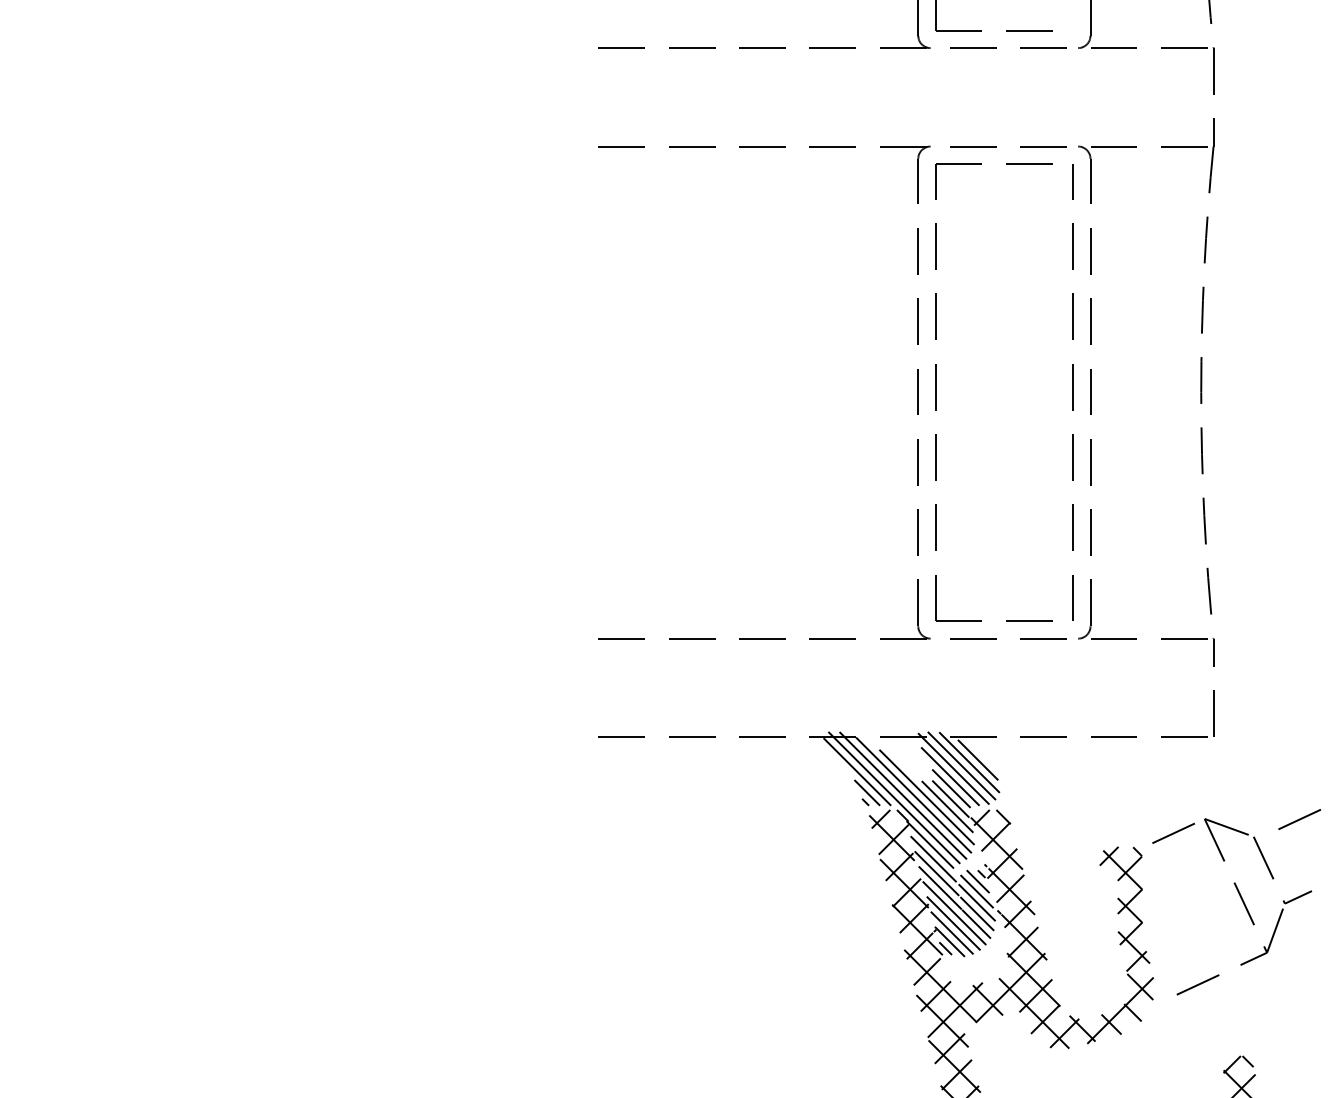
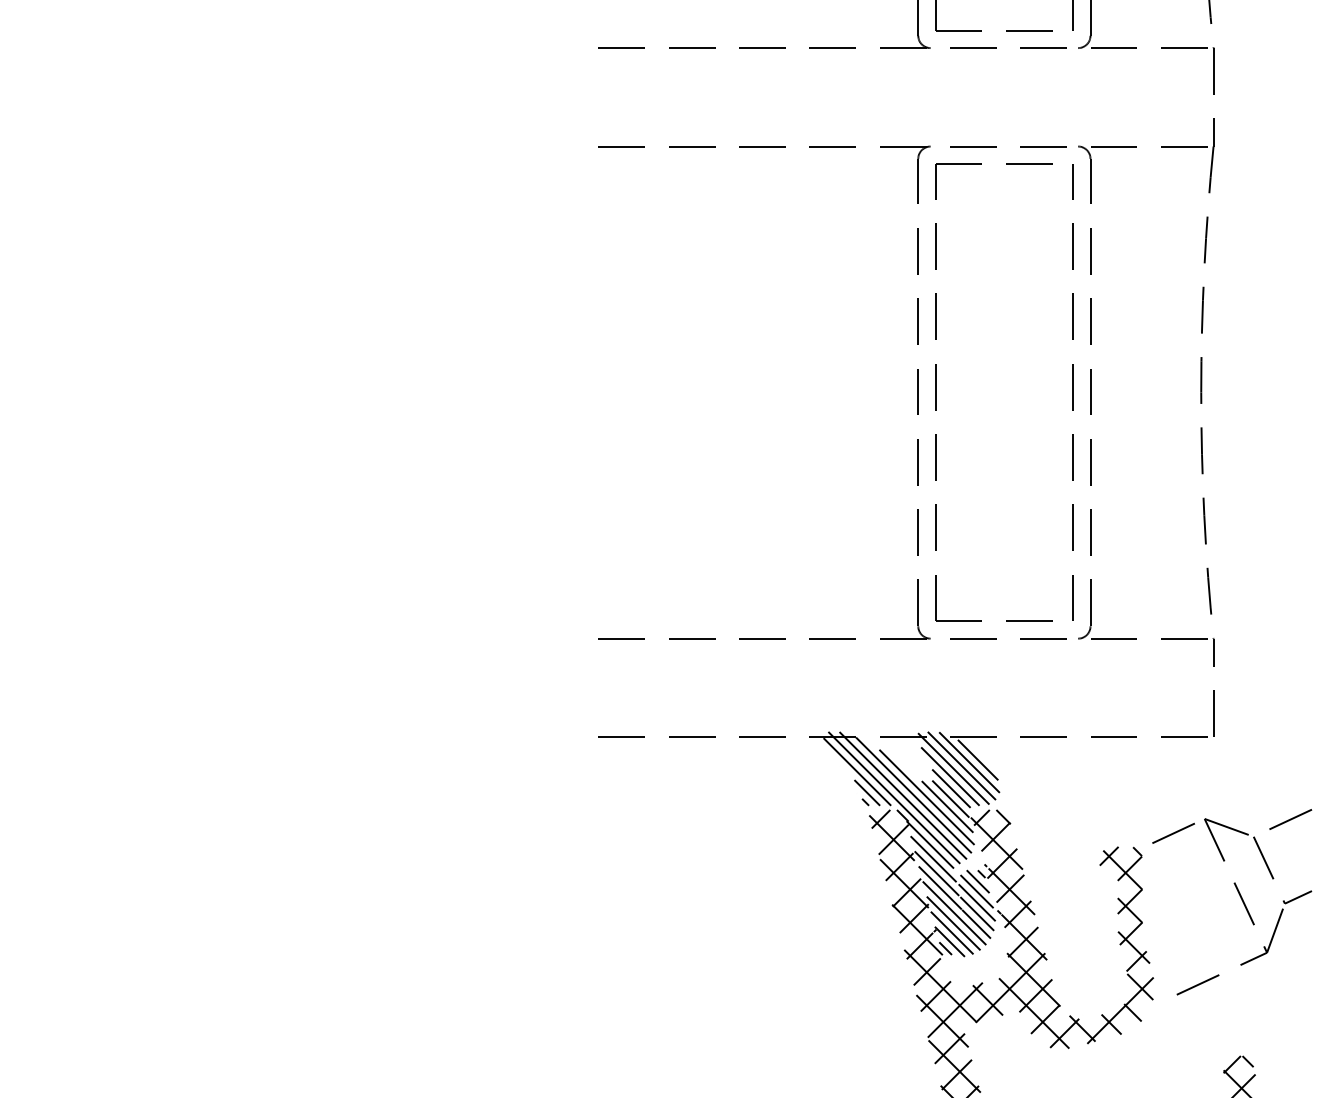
line at (1073, 16): none -> present
line at (1299, 819) position: (1299, 819) -> (1290, 819)
